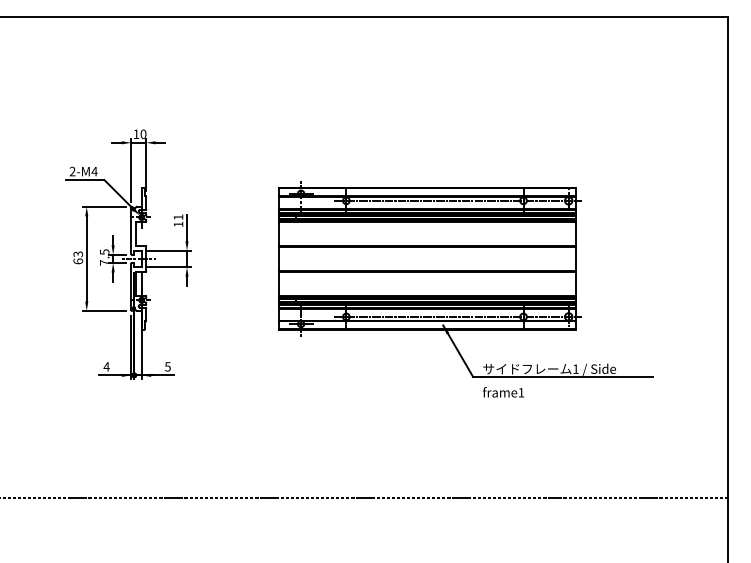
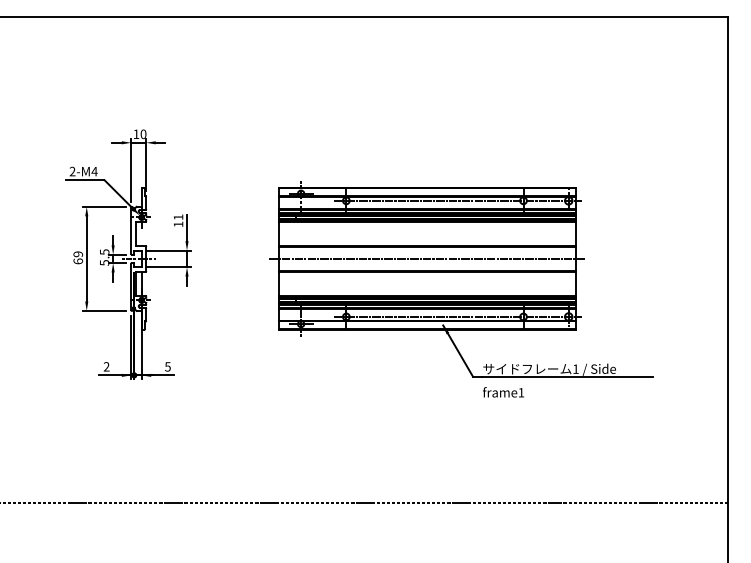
text at (77, 254): 63 -> 69
line at (427, 258): none -> present
text at (104, 262): 7.5 -> 5.5
text at (106, 366): 4 -> 2
line at (365, 497) position: (365, 497) -> (365, 502)
